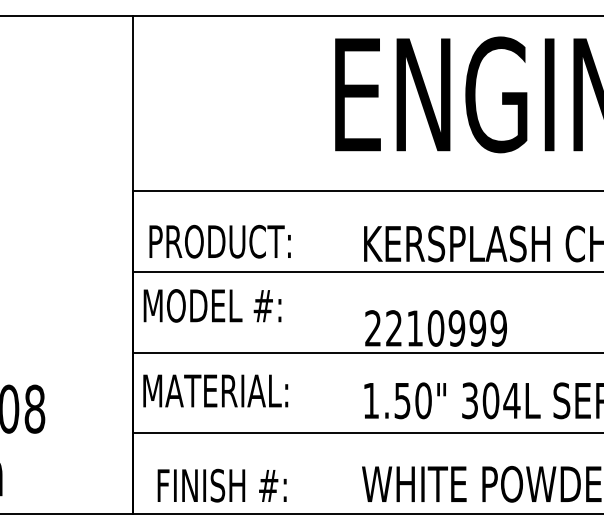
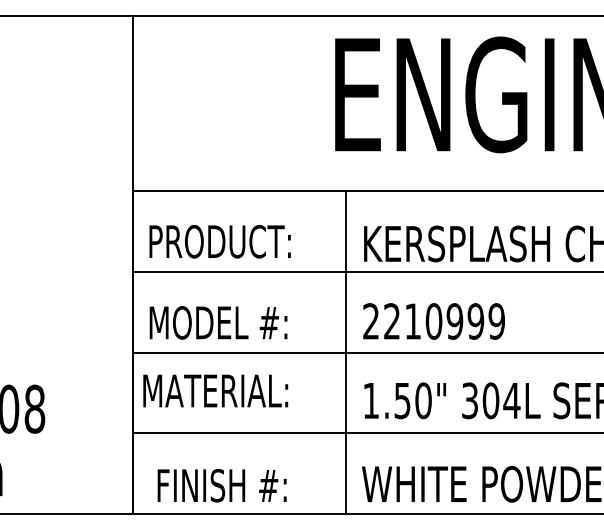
text at (212, 305) position: (212, 305) -> (218, 322)
text at (435, 328) position: (435, 328) -> (433, 321)
line at (346, 352): none -> present
